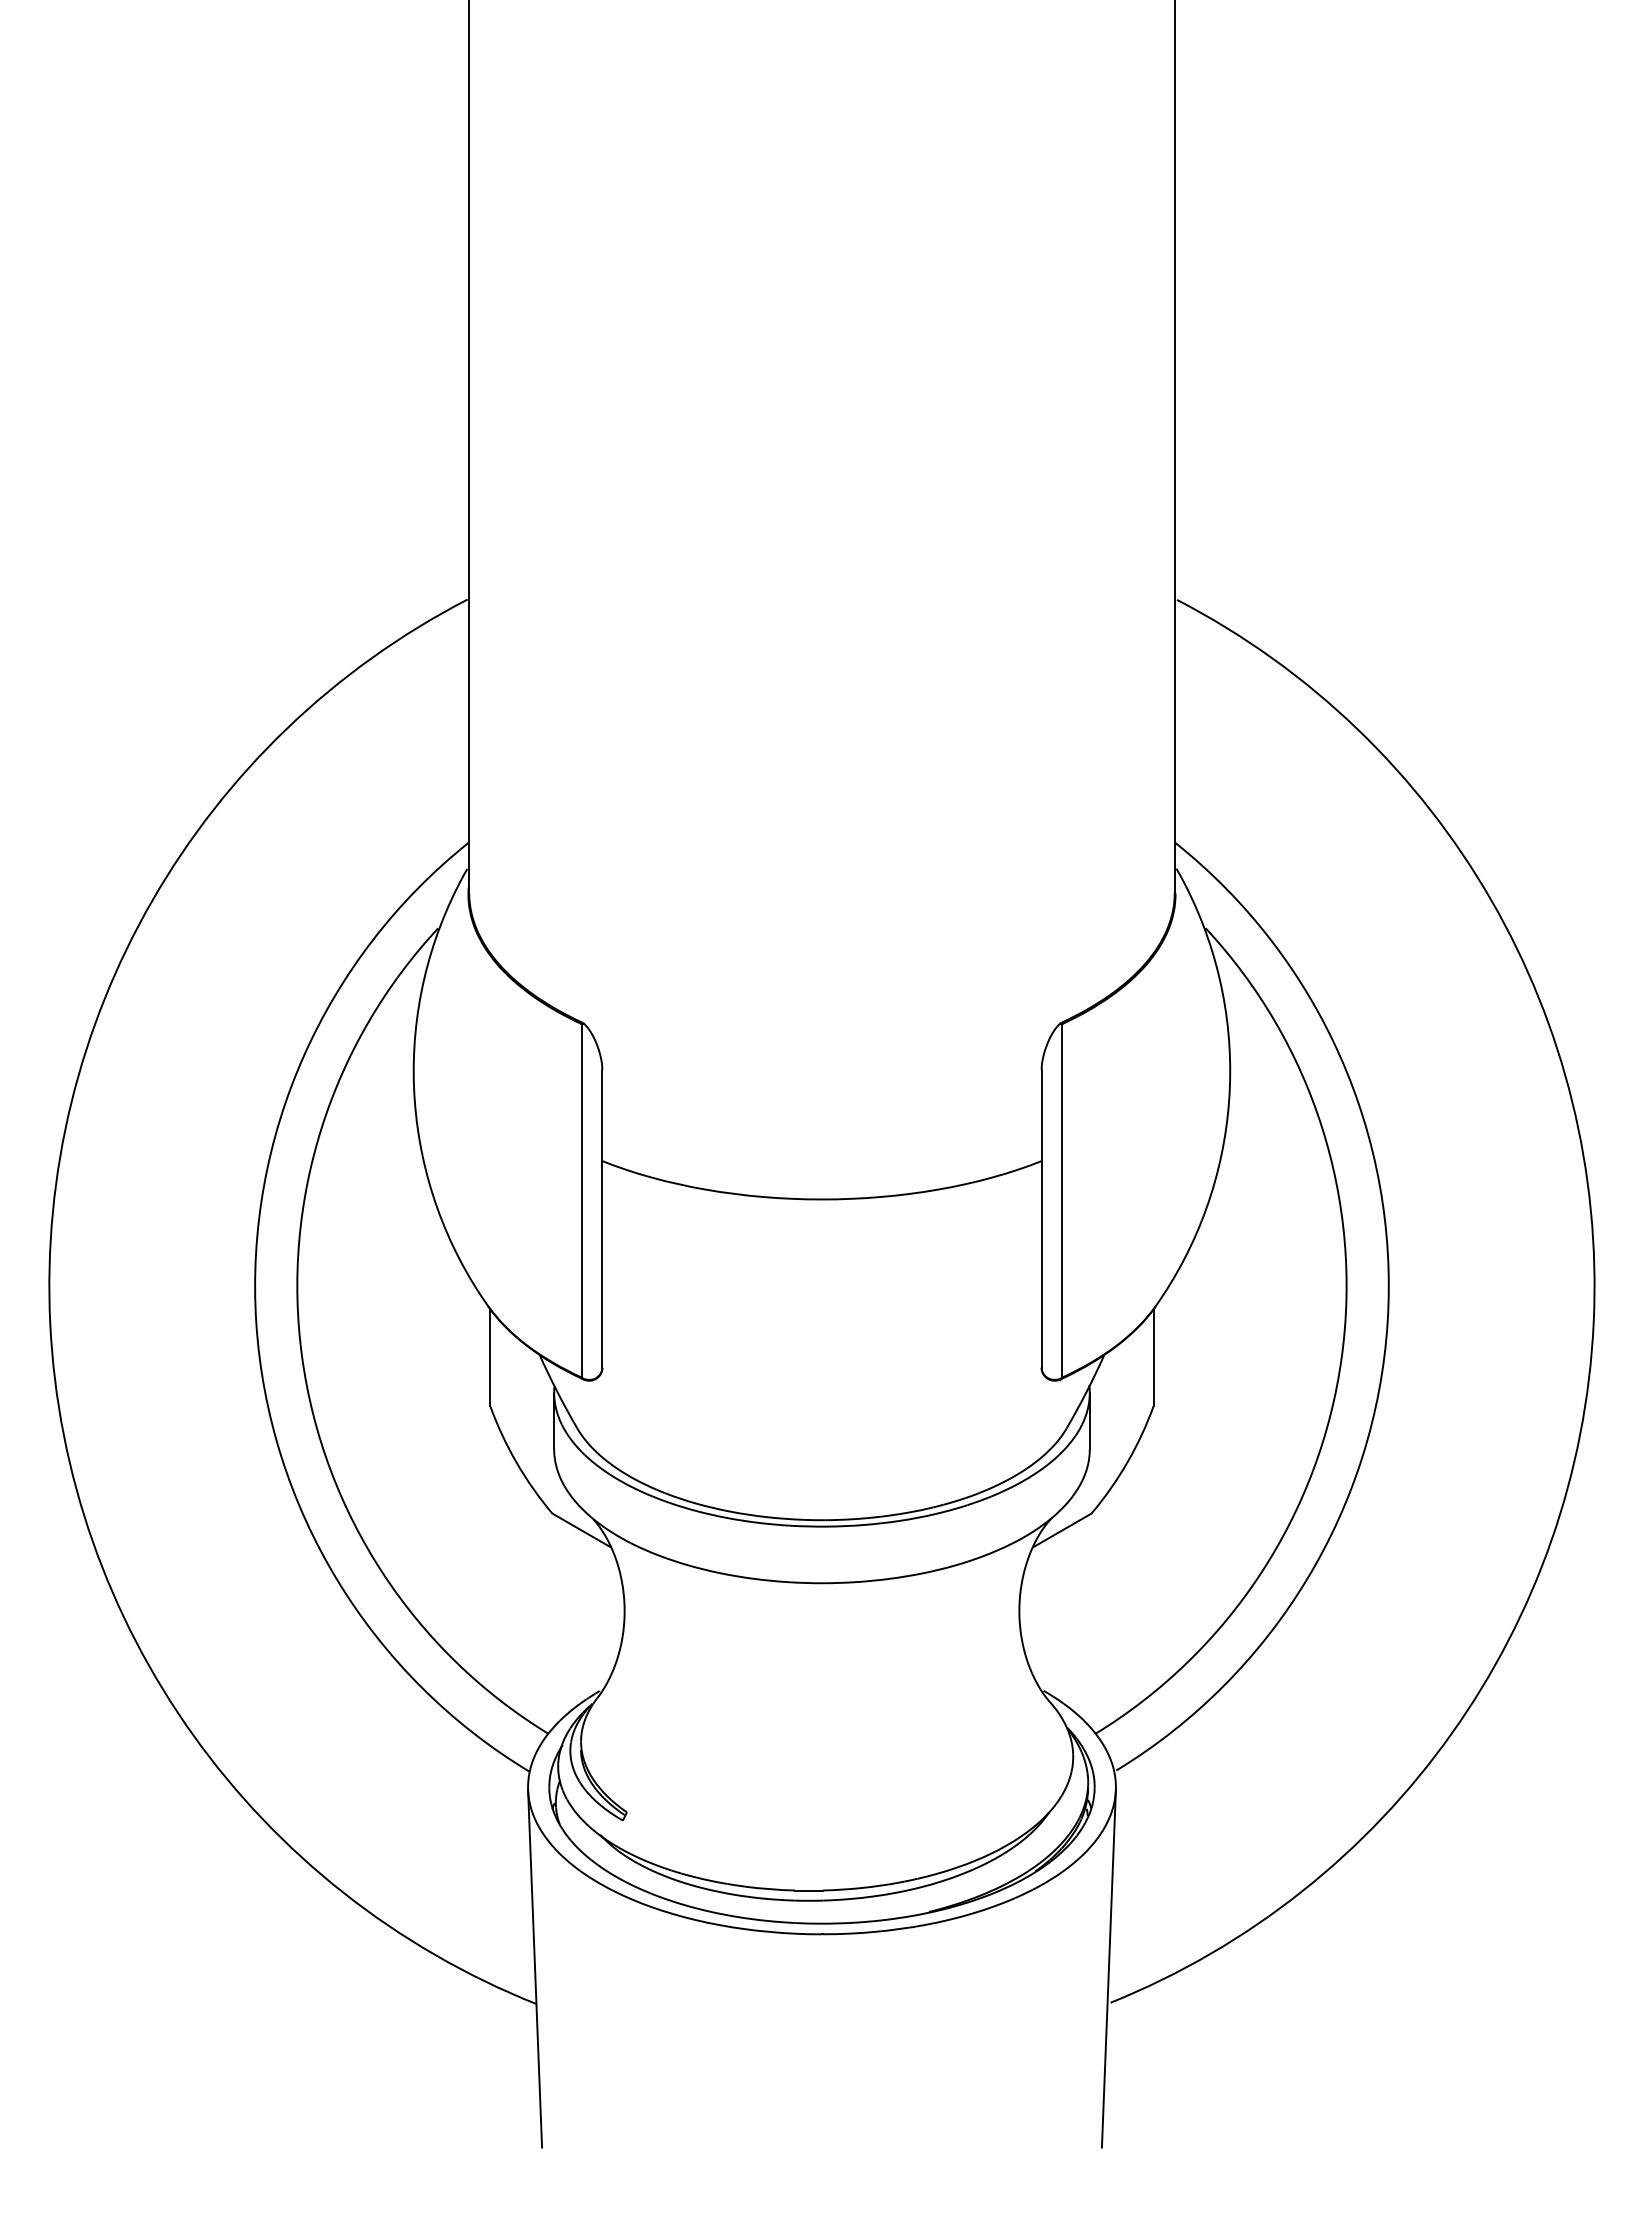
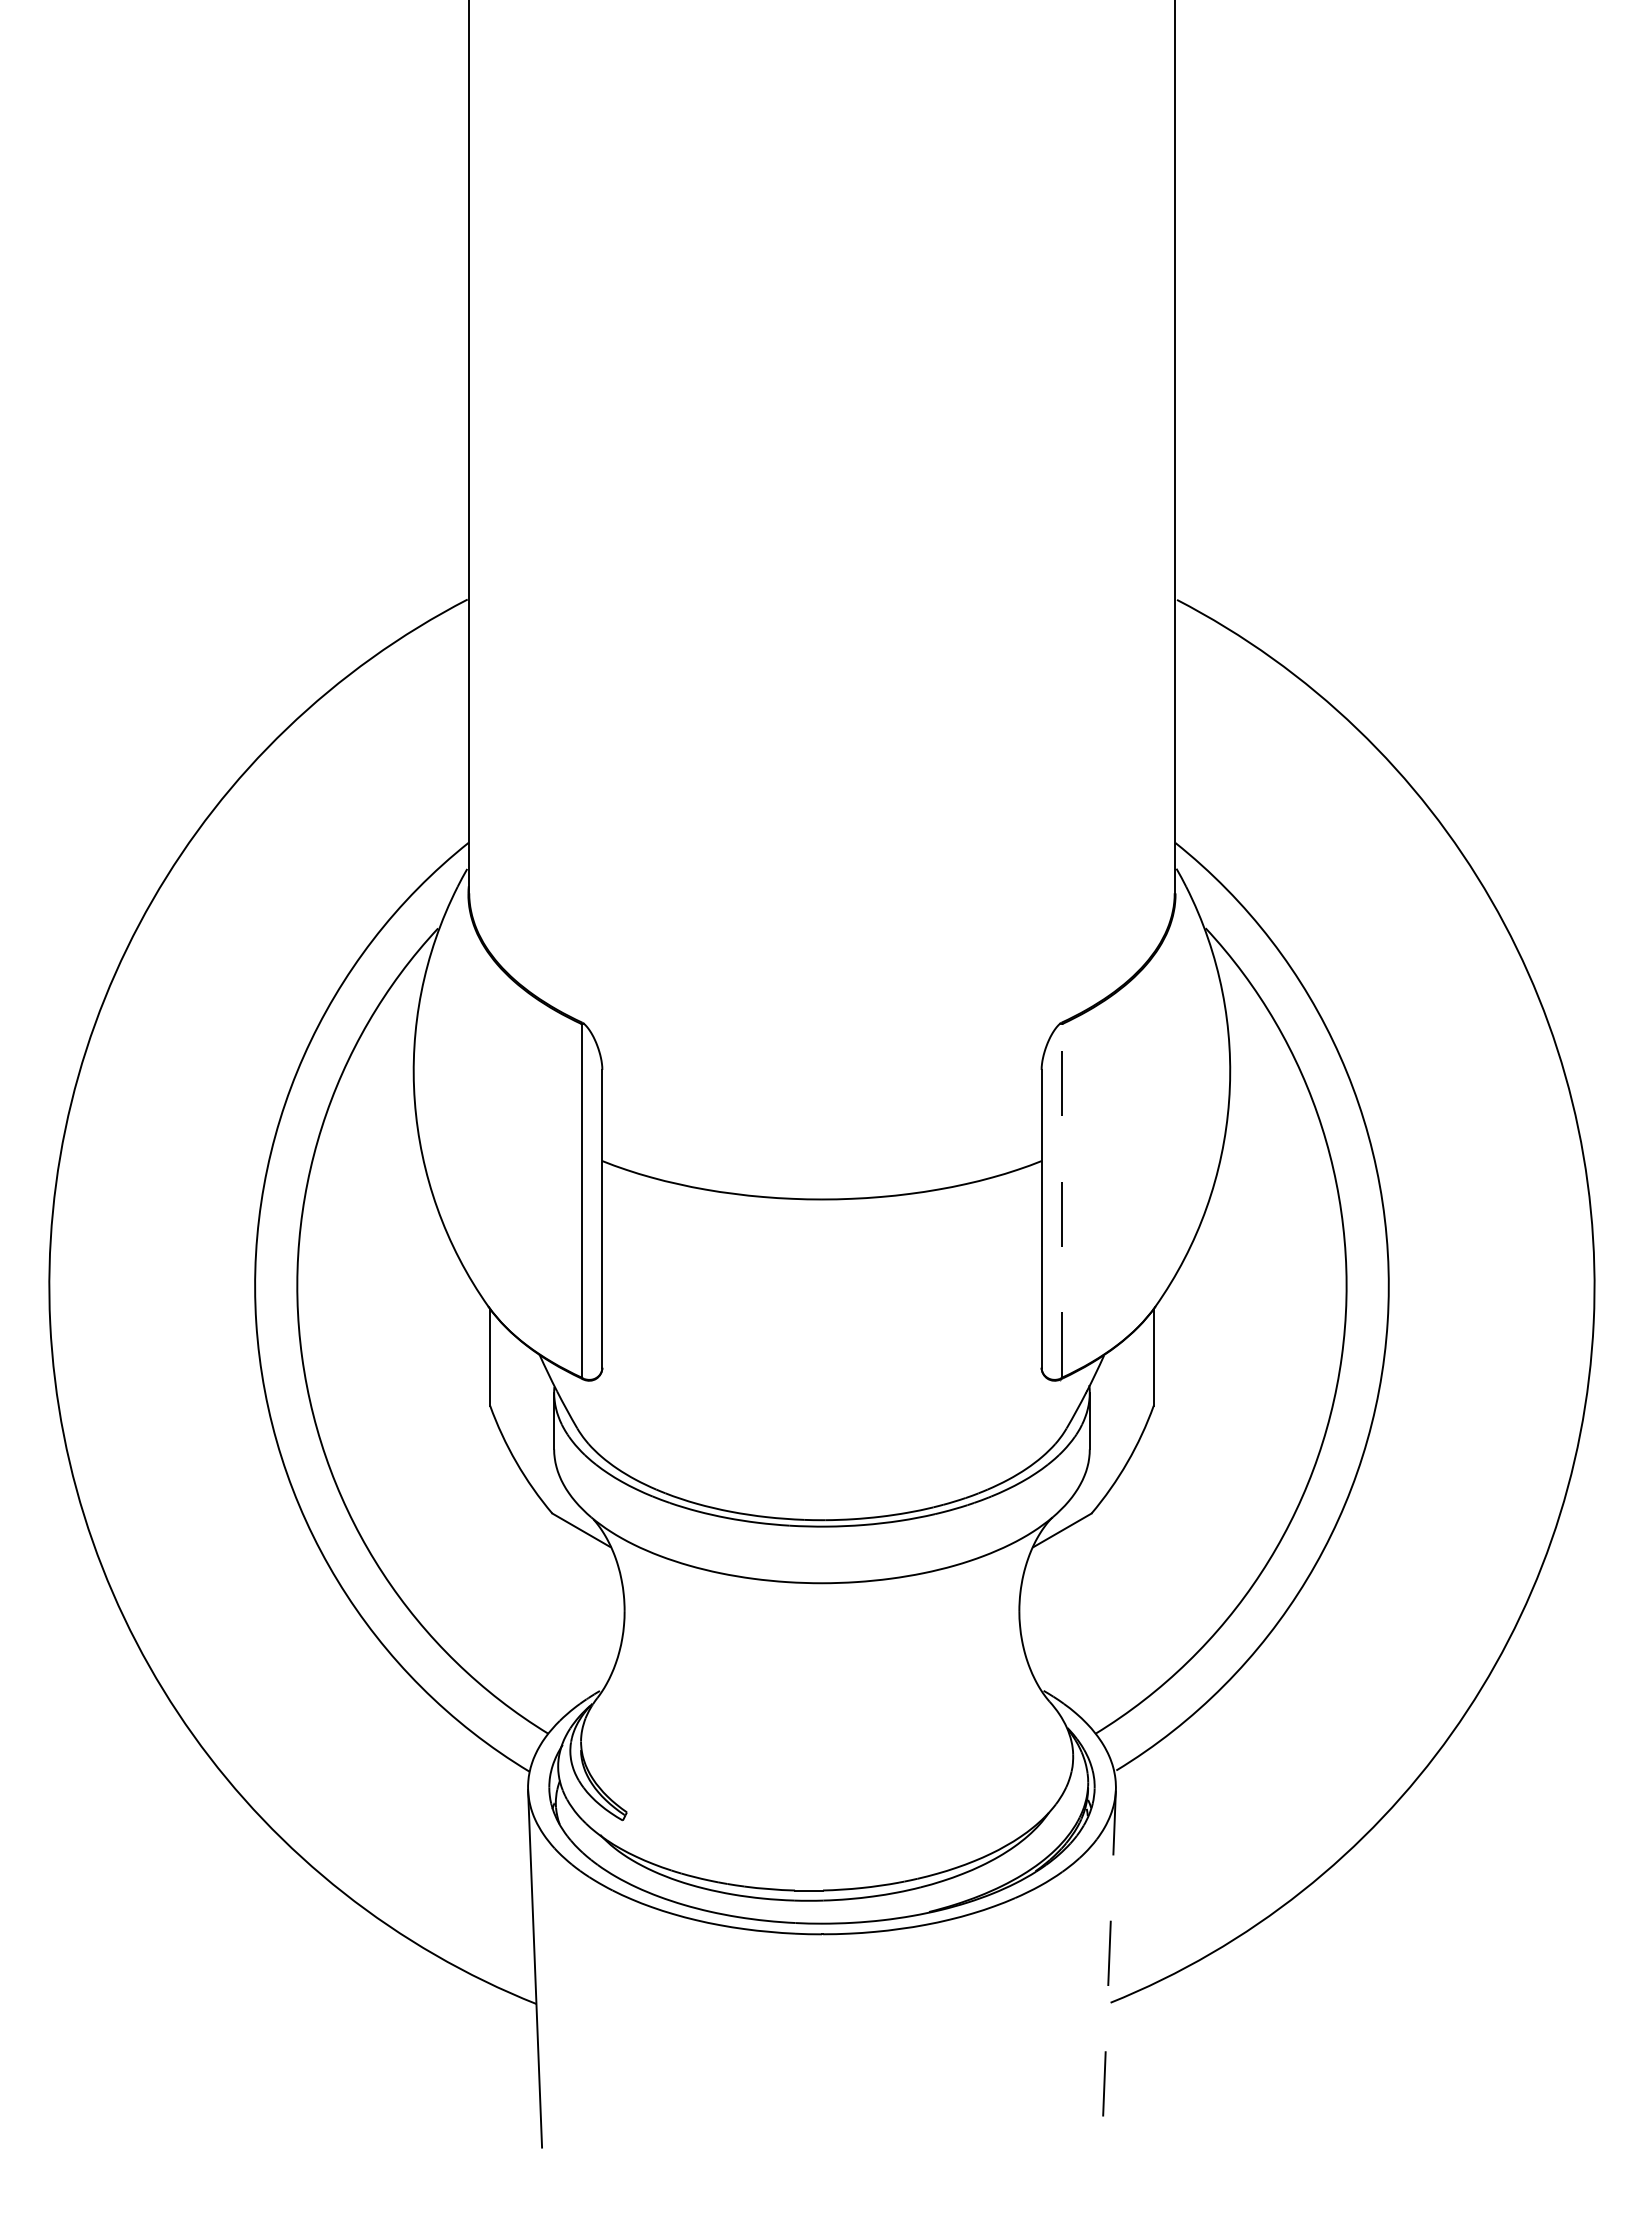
line at (1062, 1200): solid -> dashed
line at (1108, 1968): solid -> dashed
